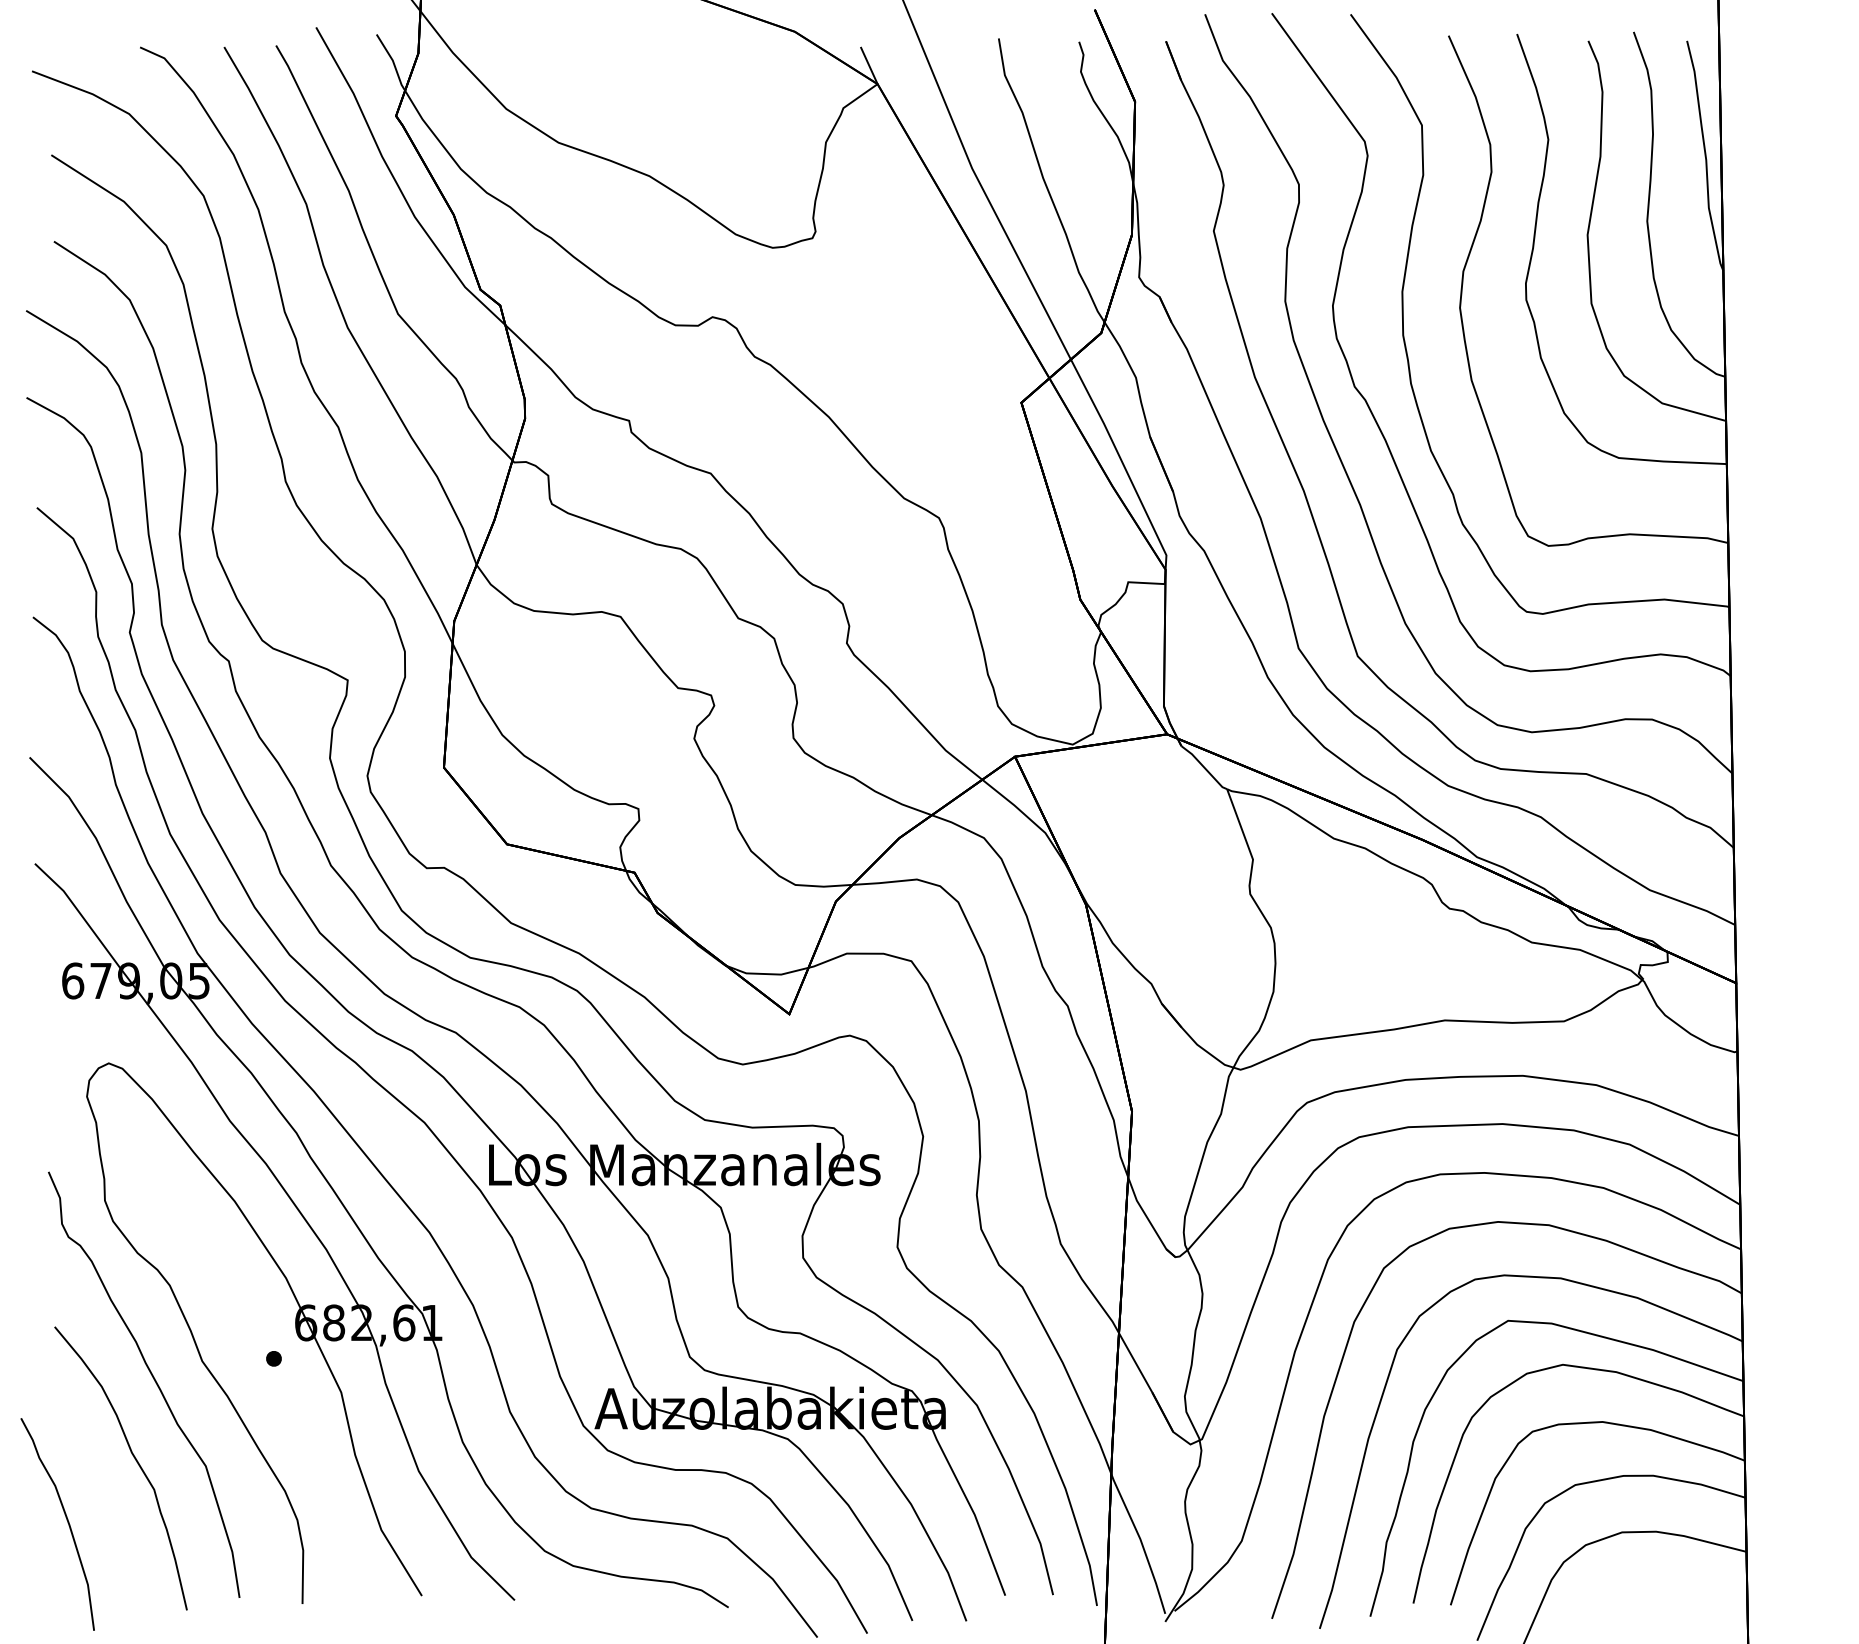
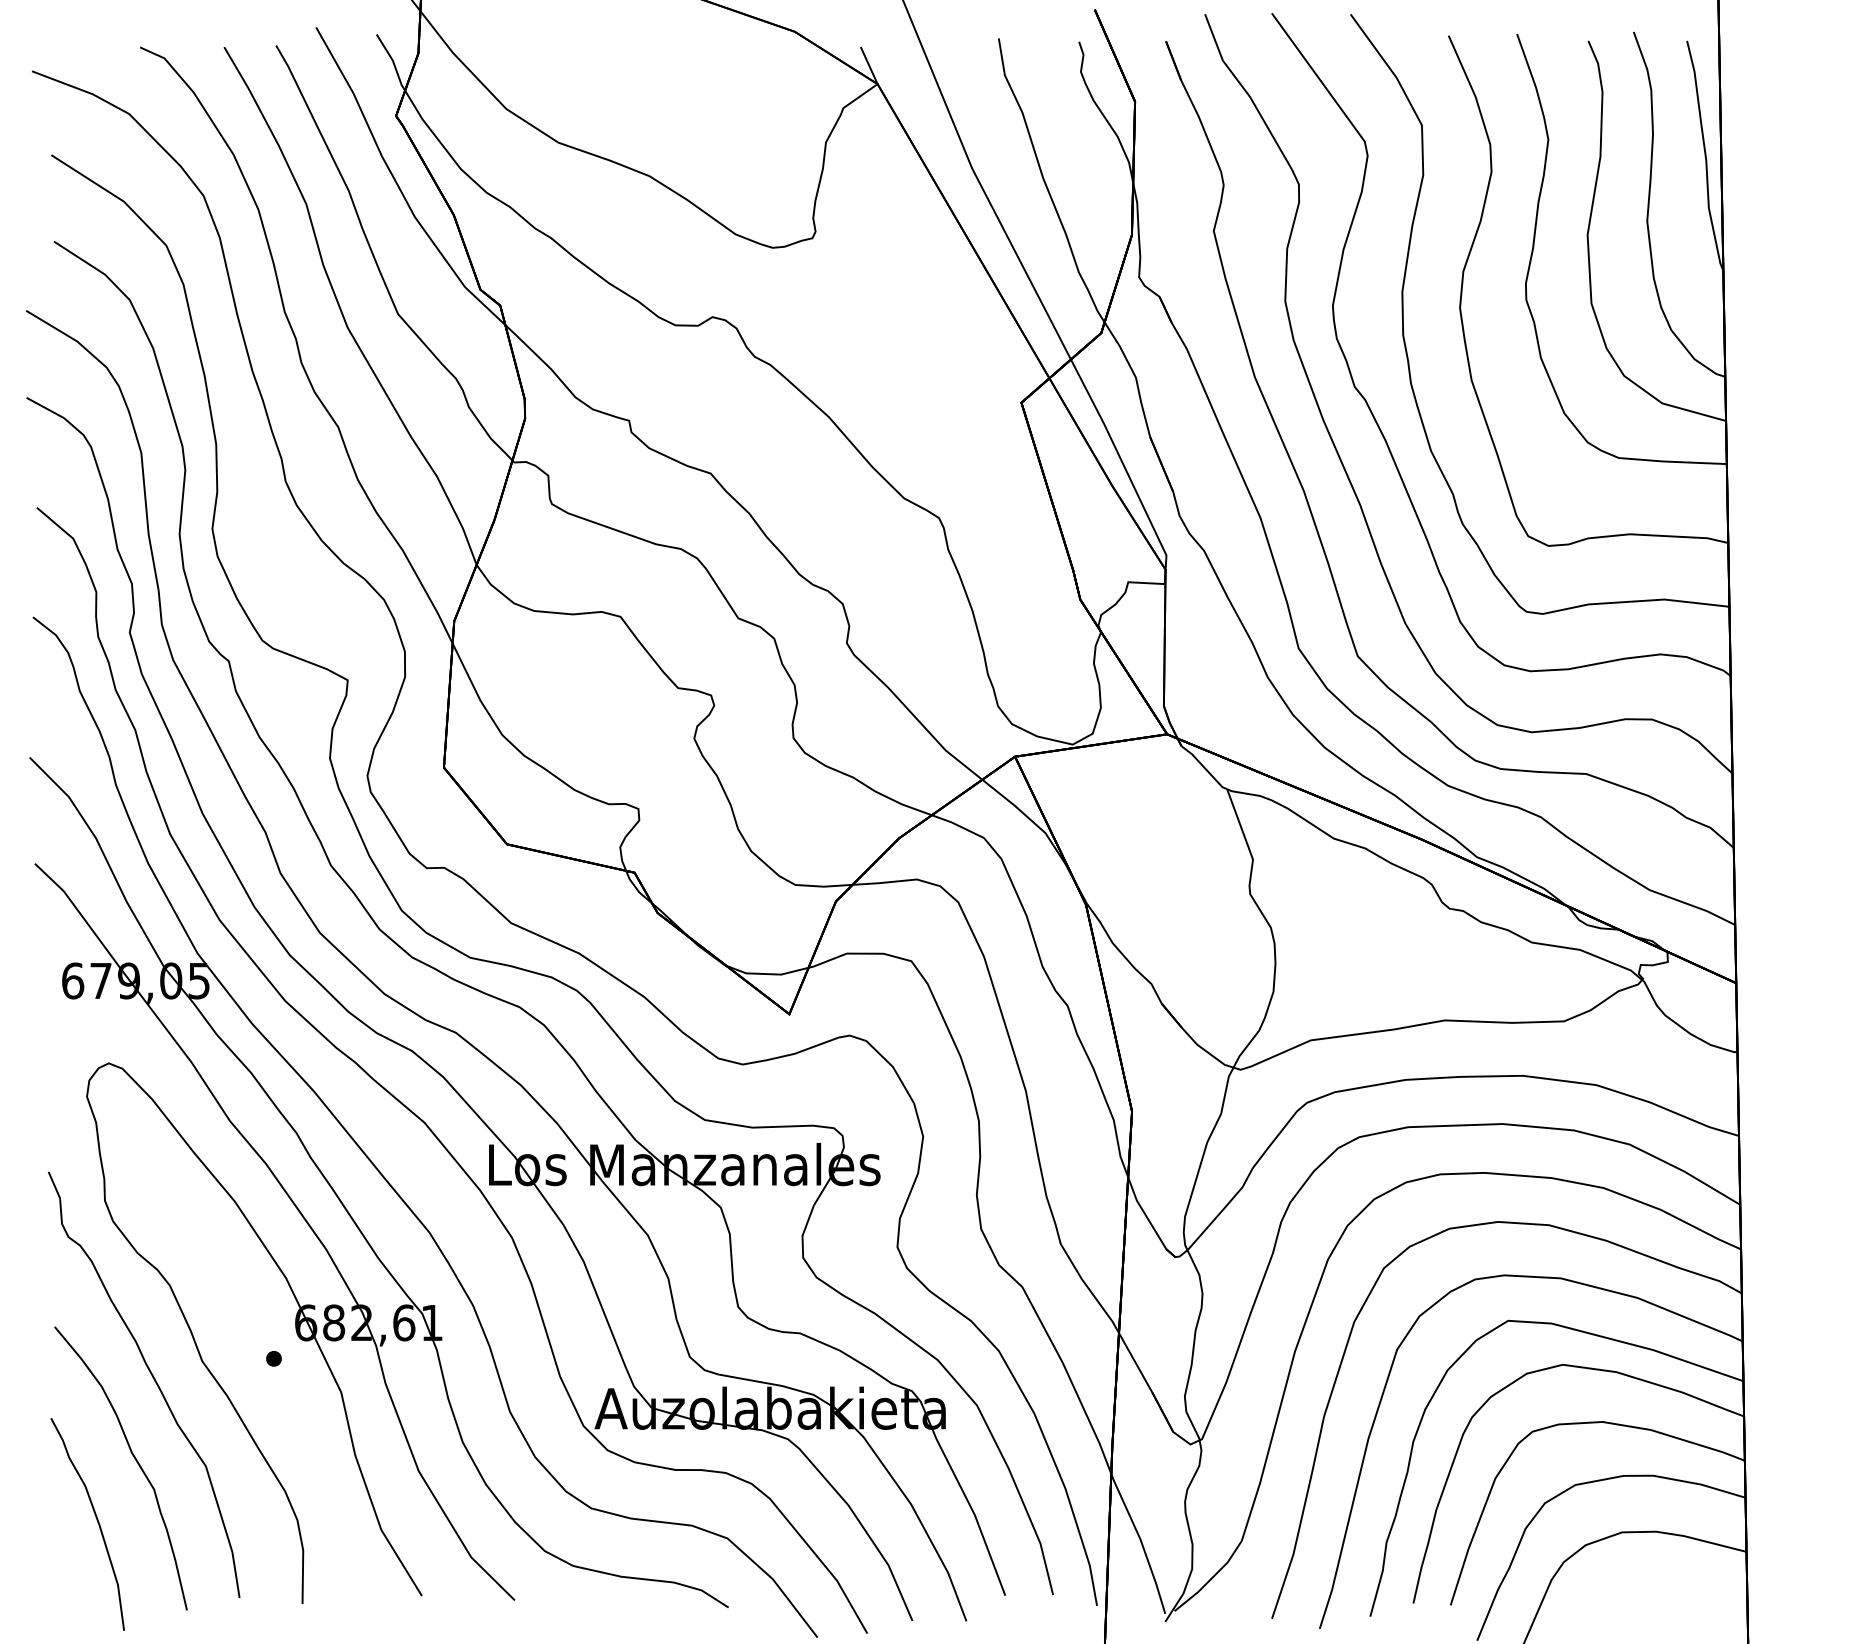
curve at (66, 1520) position: (66, 1520) -> (96, 1520)
